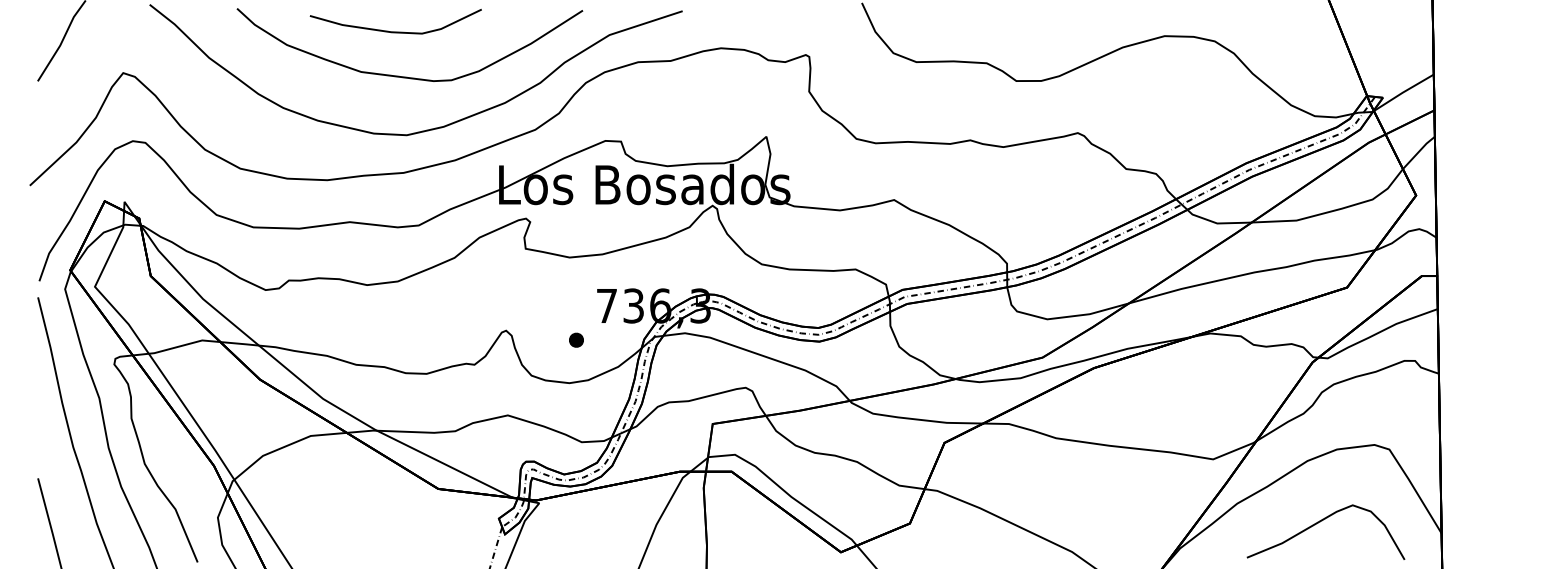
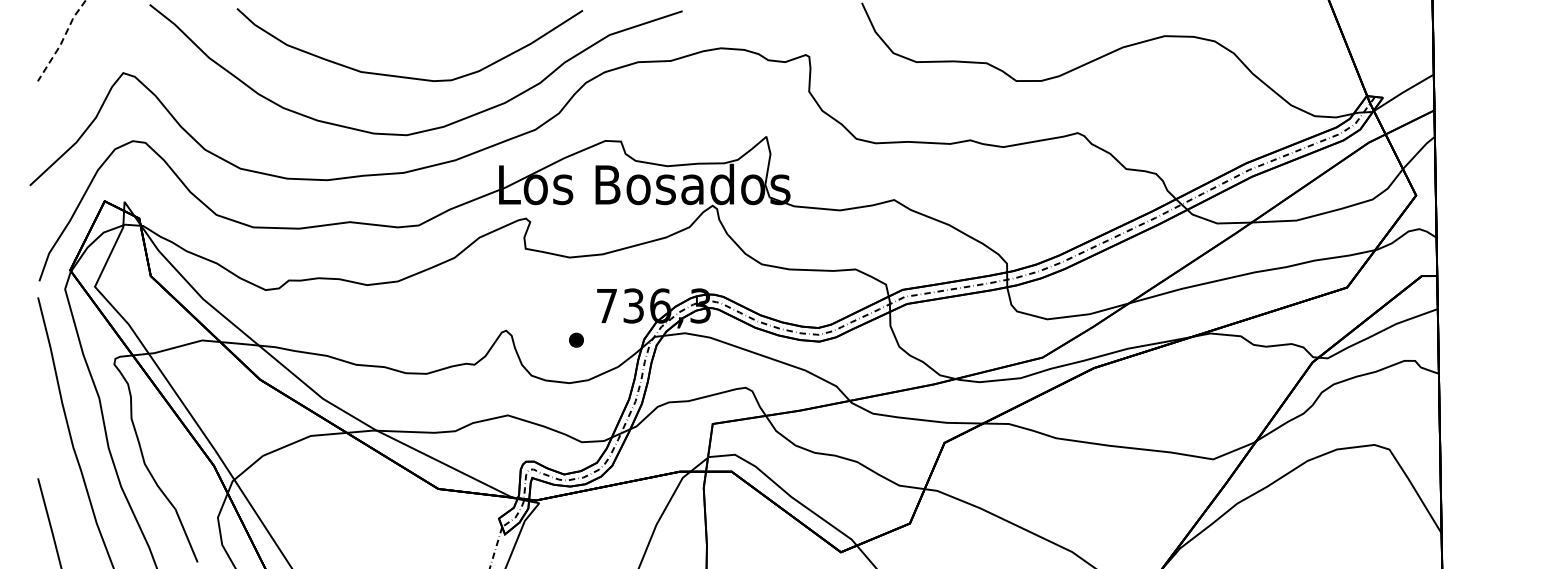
curve at (395, 31): present -> none
line at (62, 41): solid -> dashed
curve at (1320, 522): present -> none
